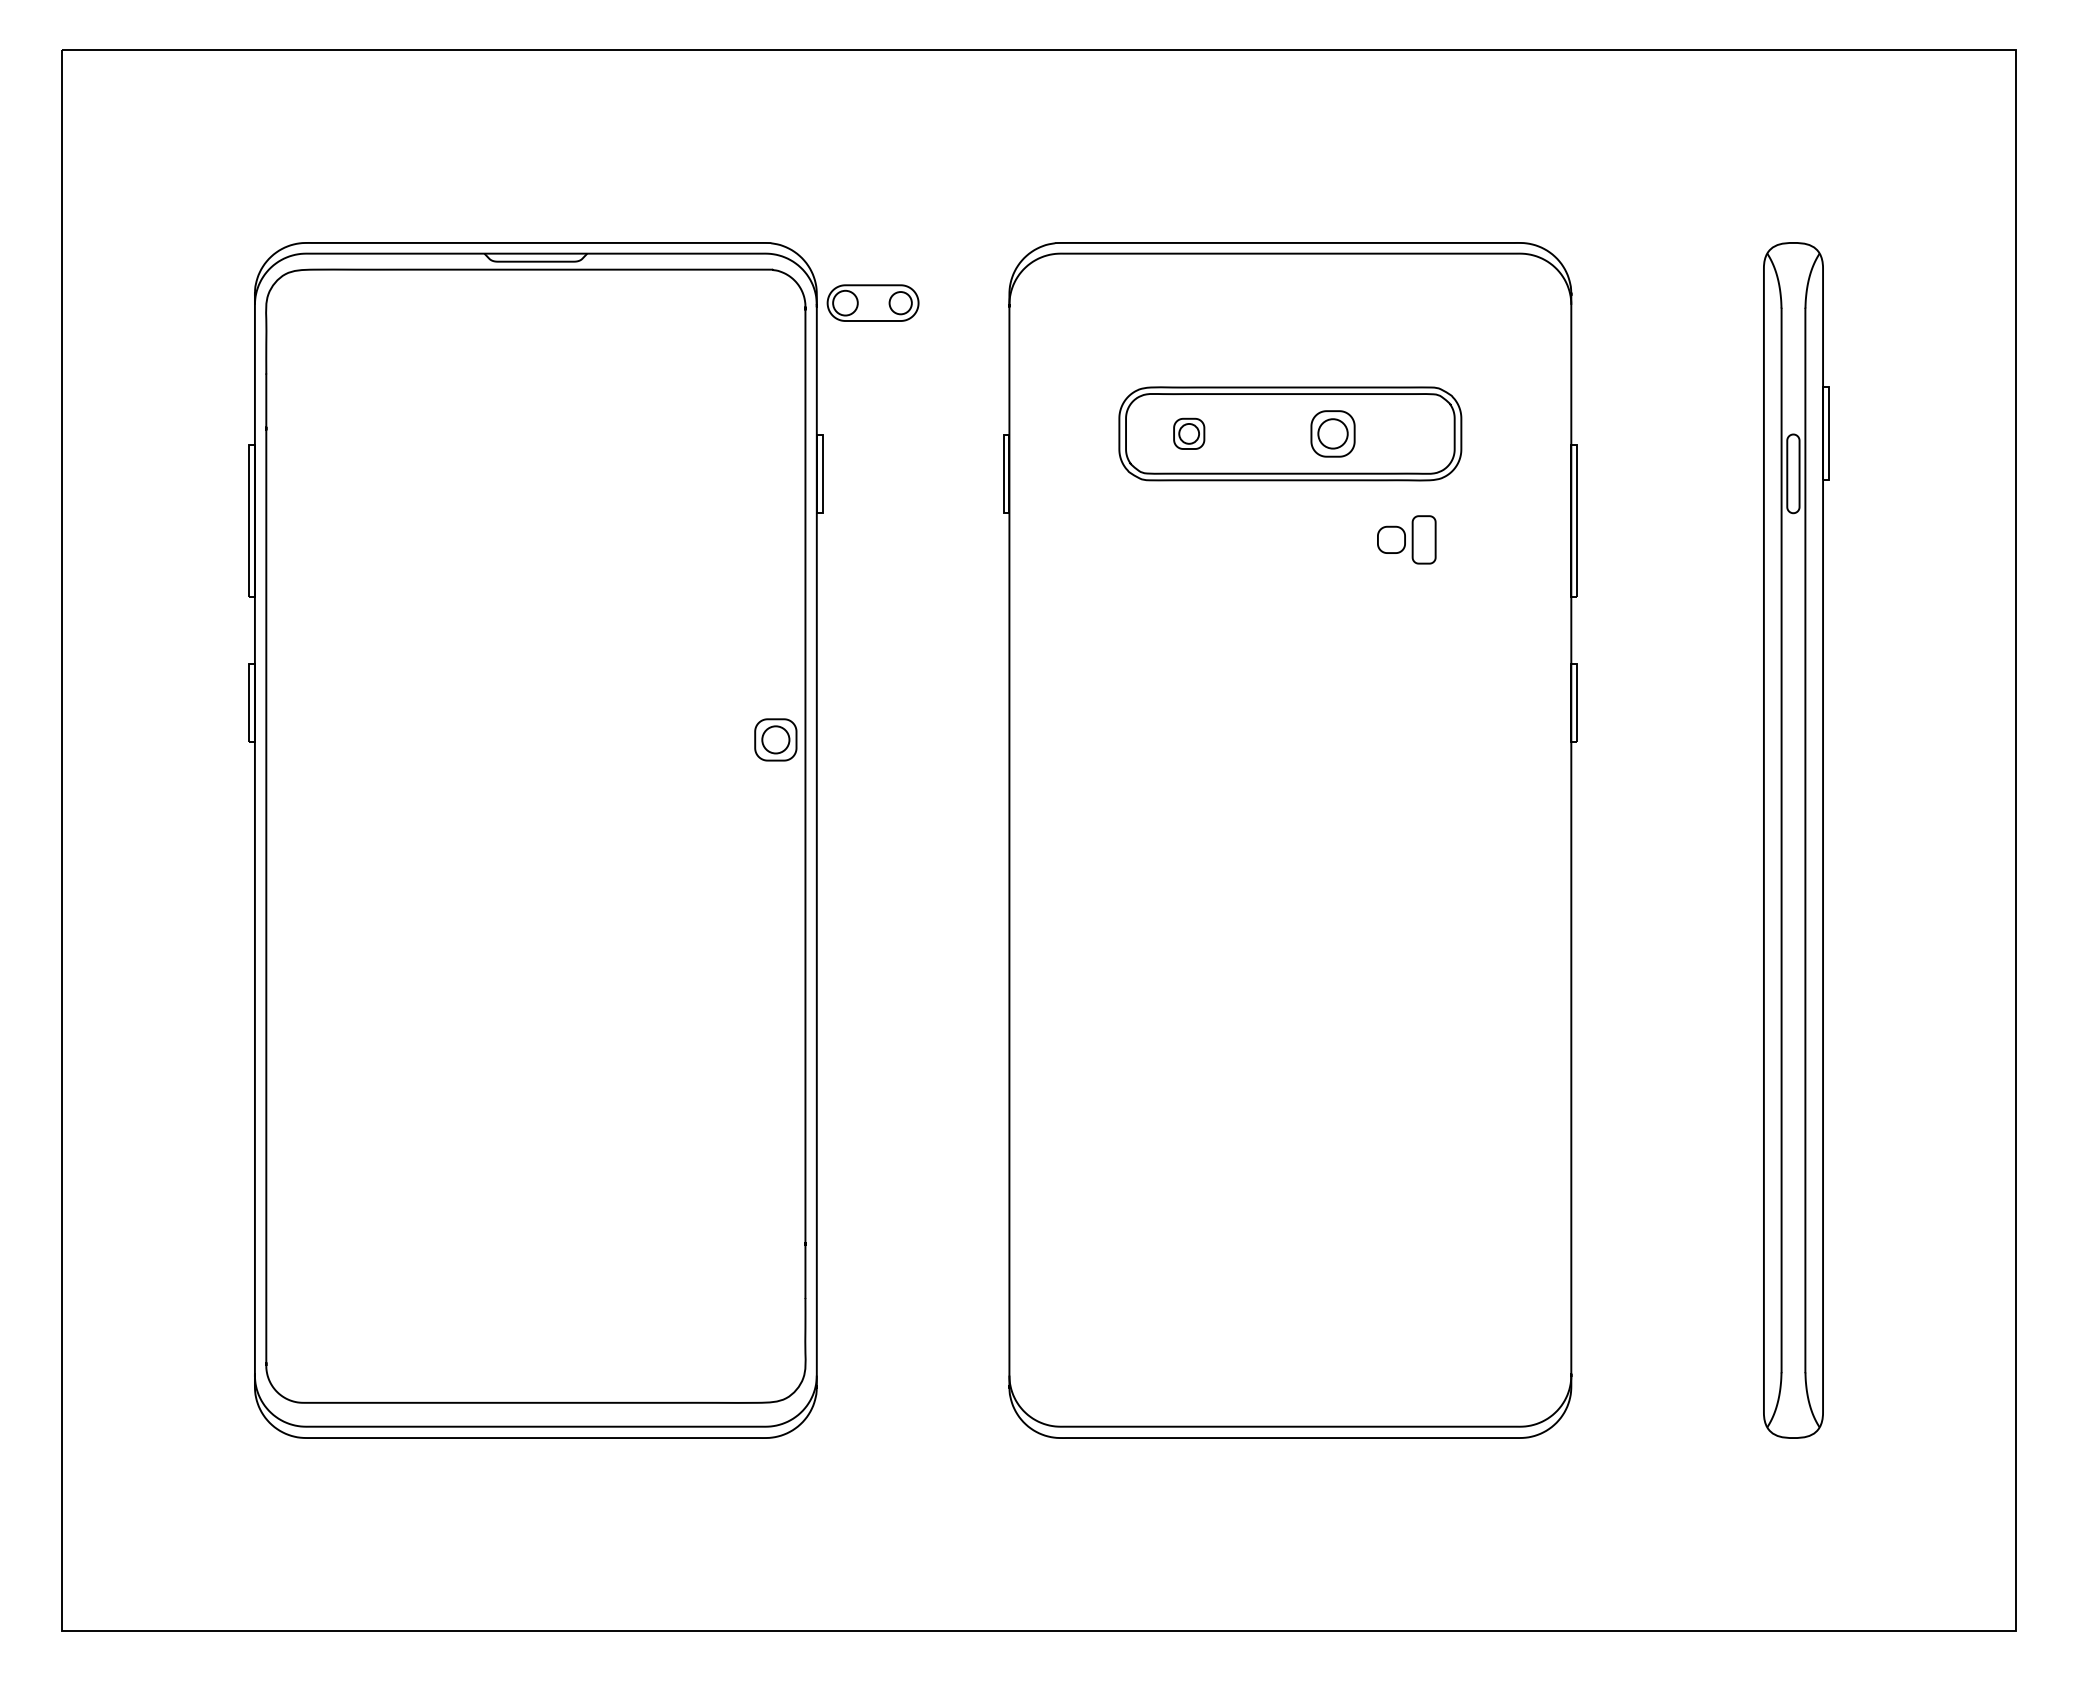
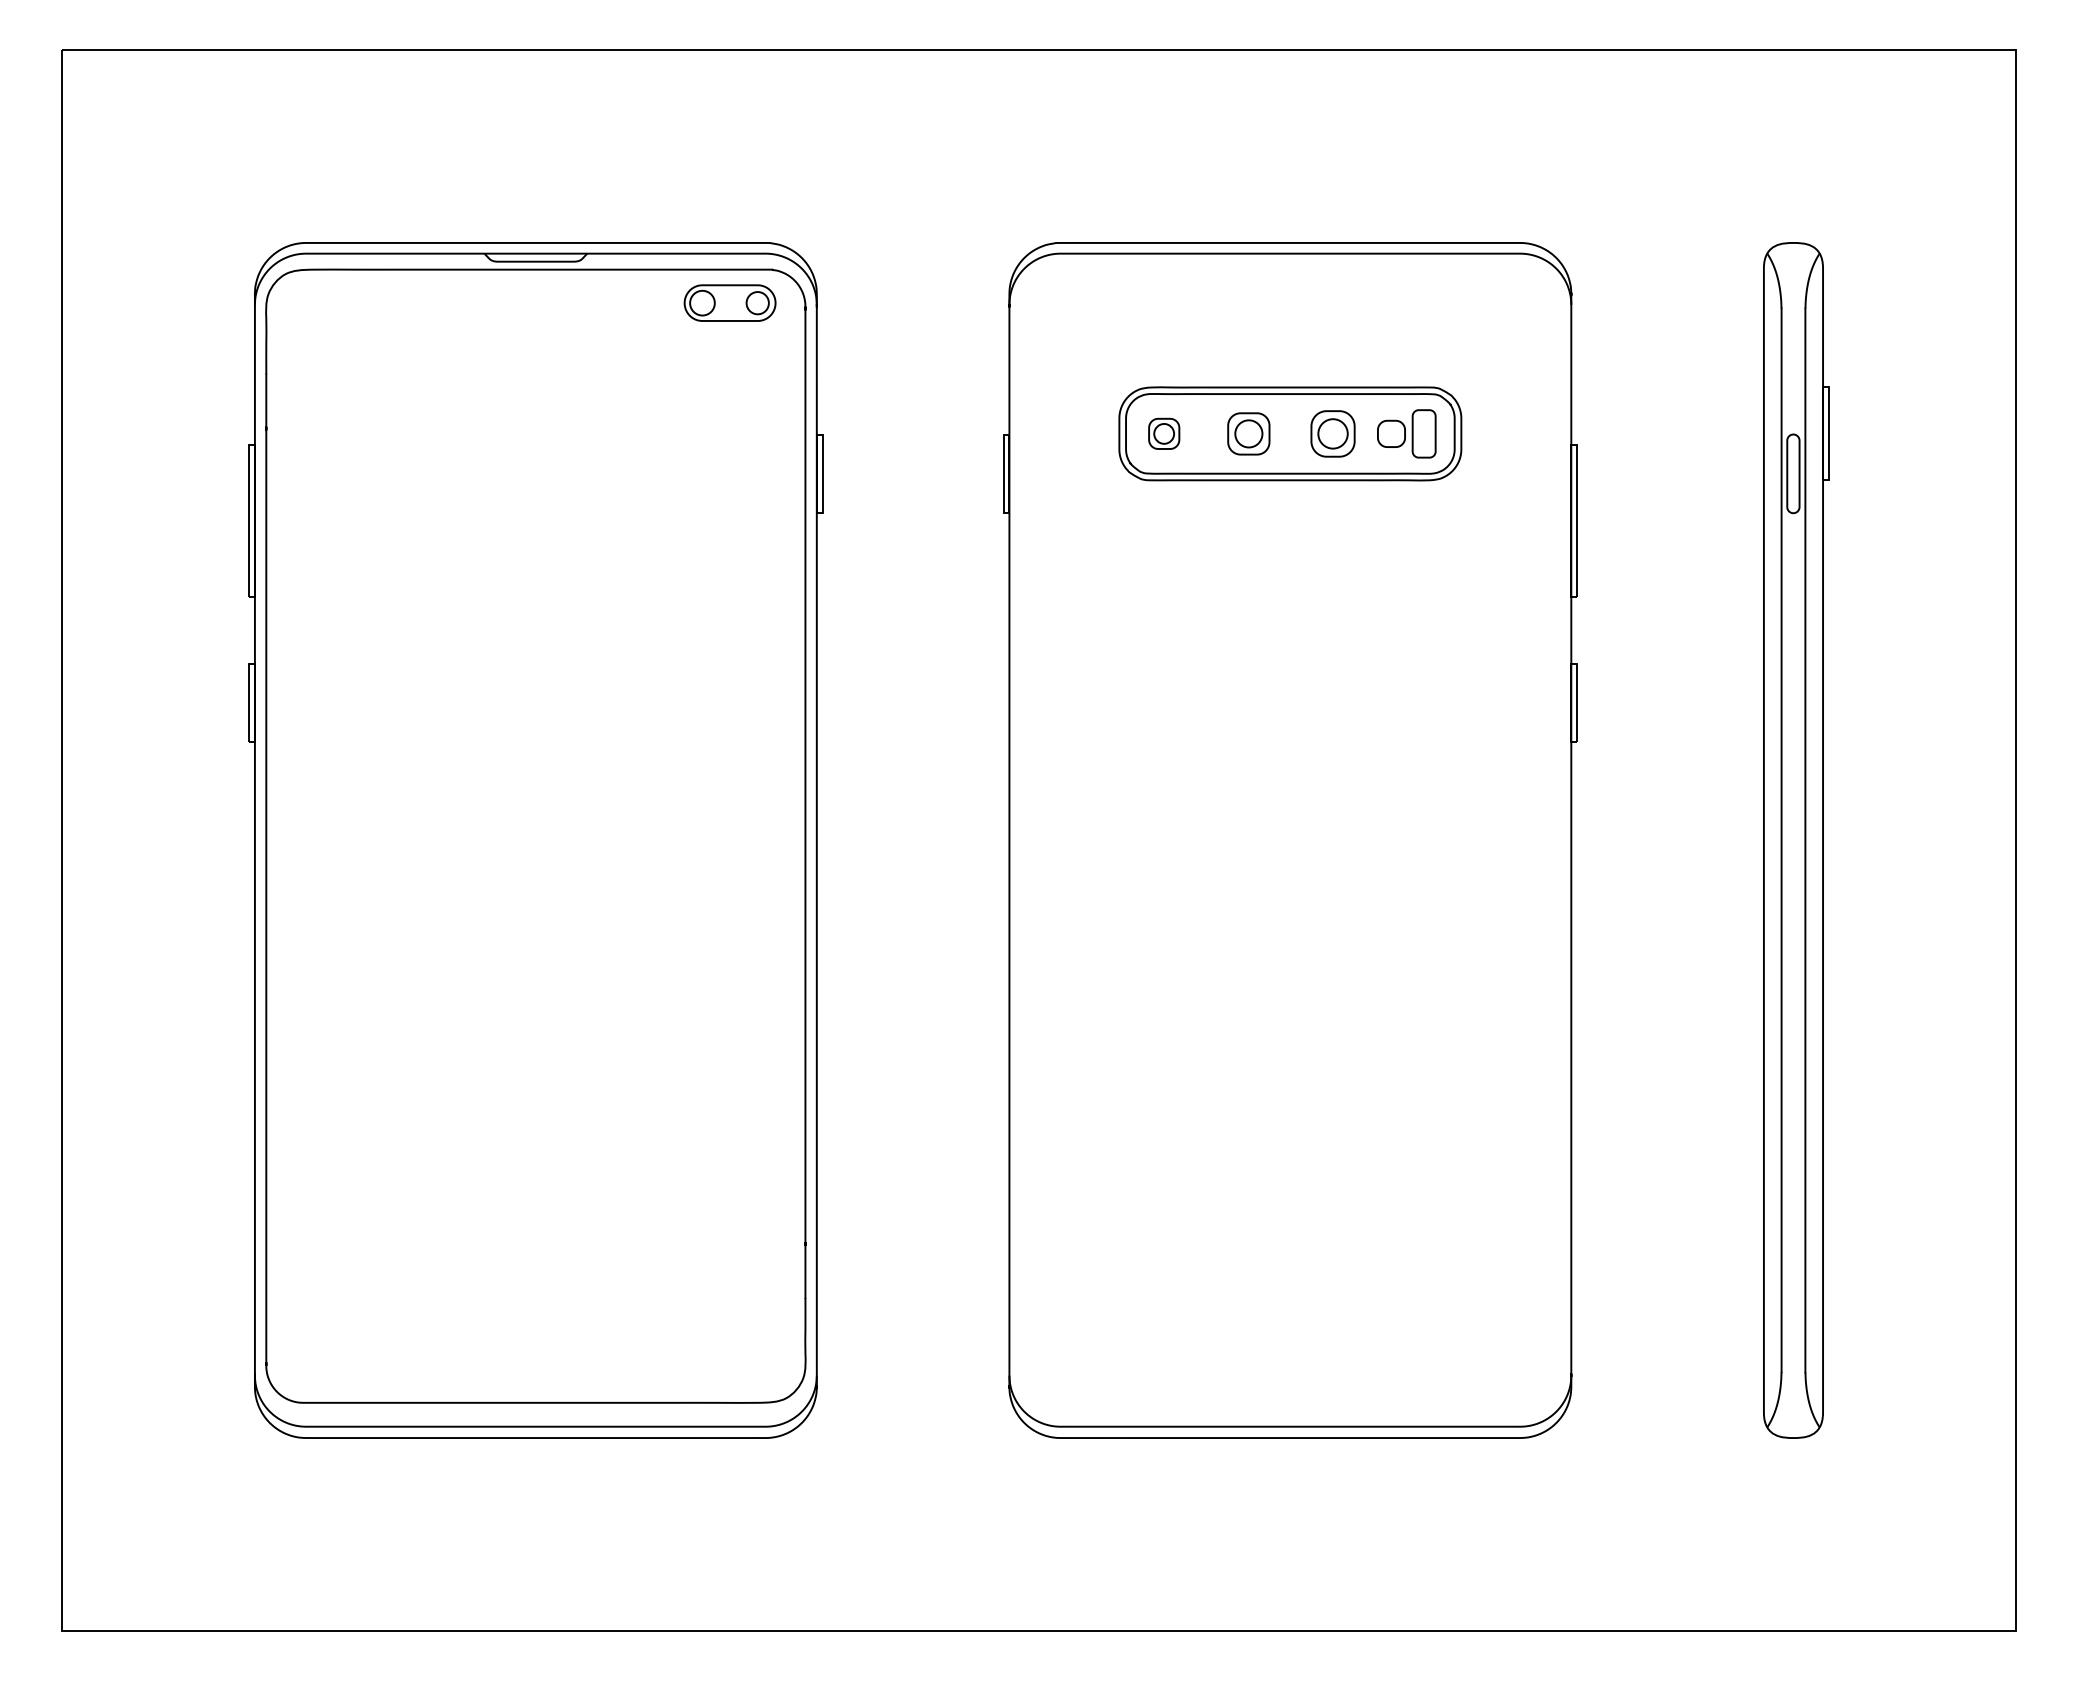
part at (872, 302) position: (872, 302) -> (729, 302)
part at (1189, 433) position: (1189, 433) -> (1164, 433)
part at (1406, 539) position: (1406, 539) -> (1406, 433)
part at (775, 739) position: (775, 739) -> (1248, 433)
